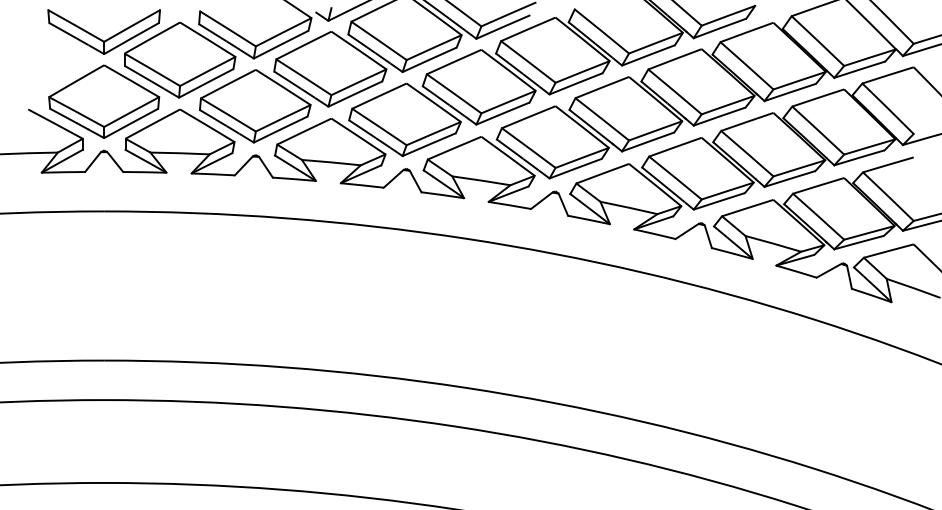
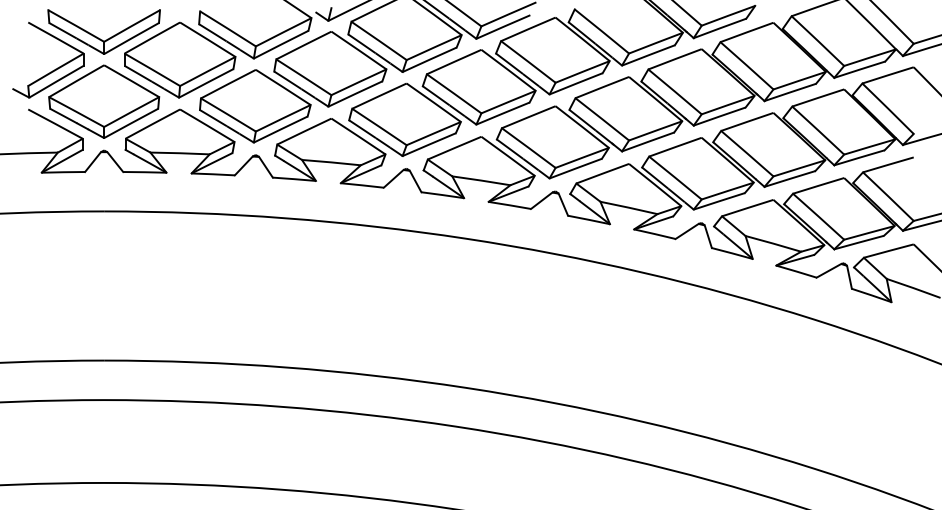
part at (55, 68): none -> present
